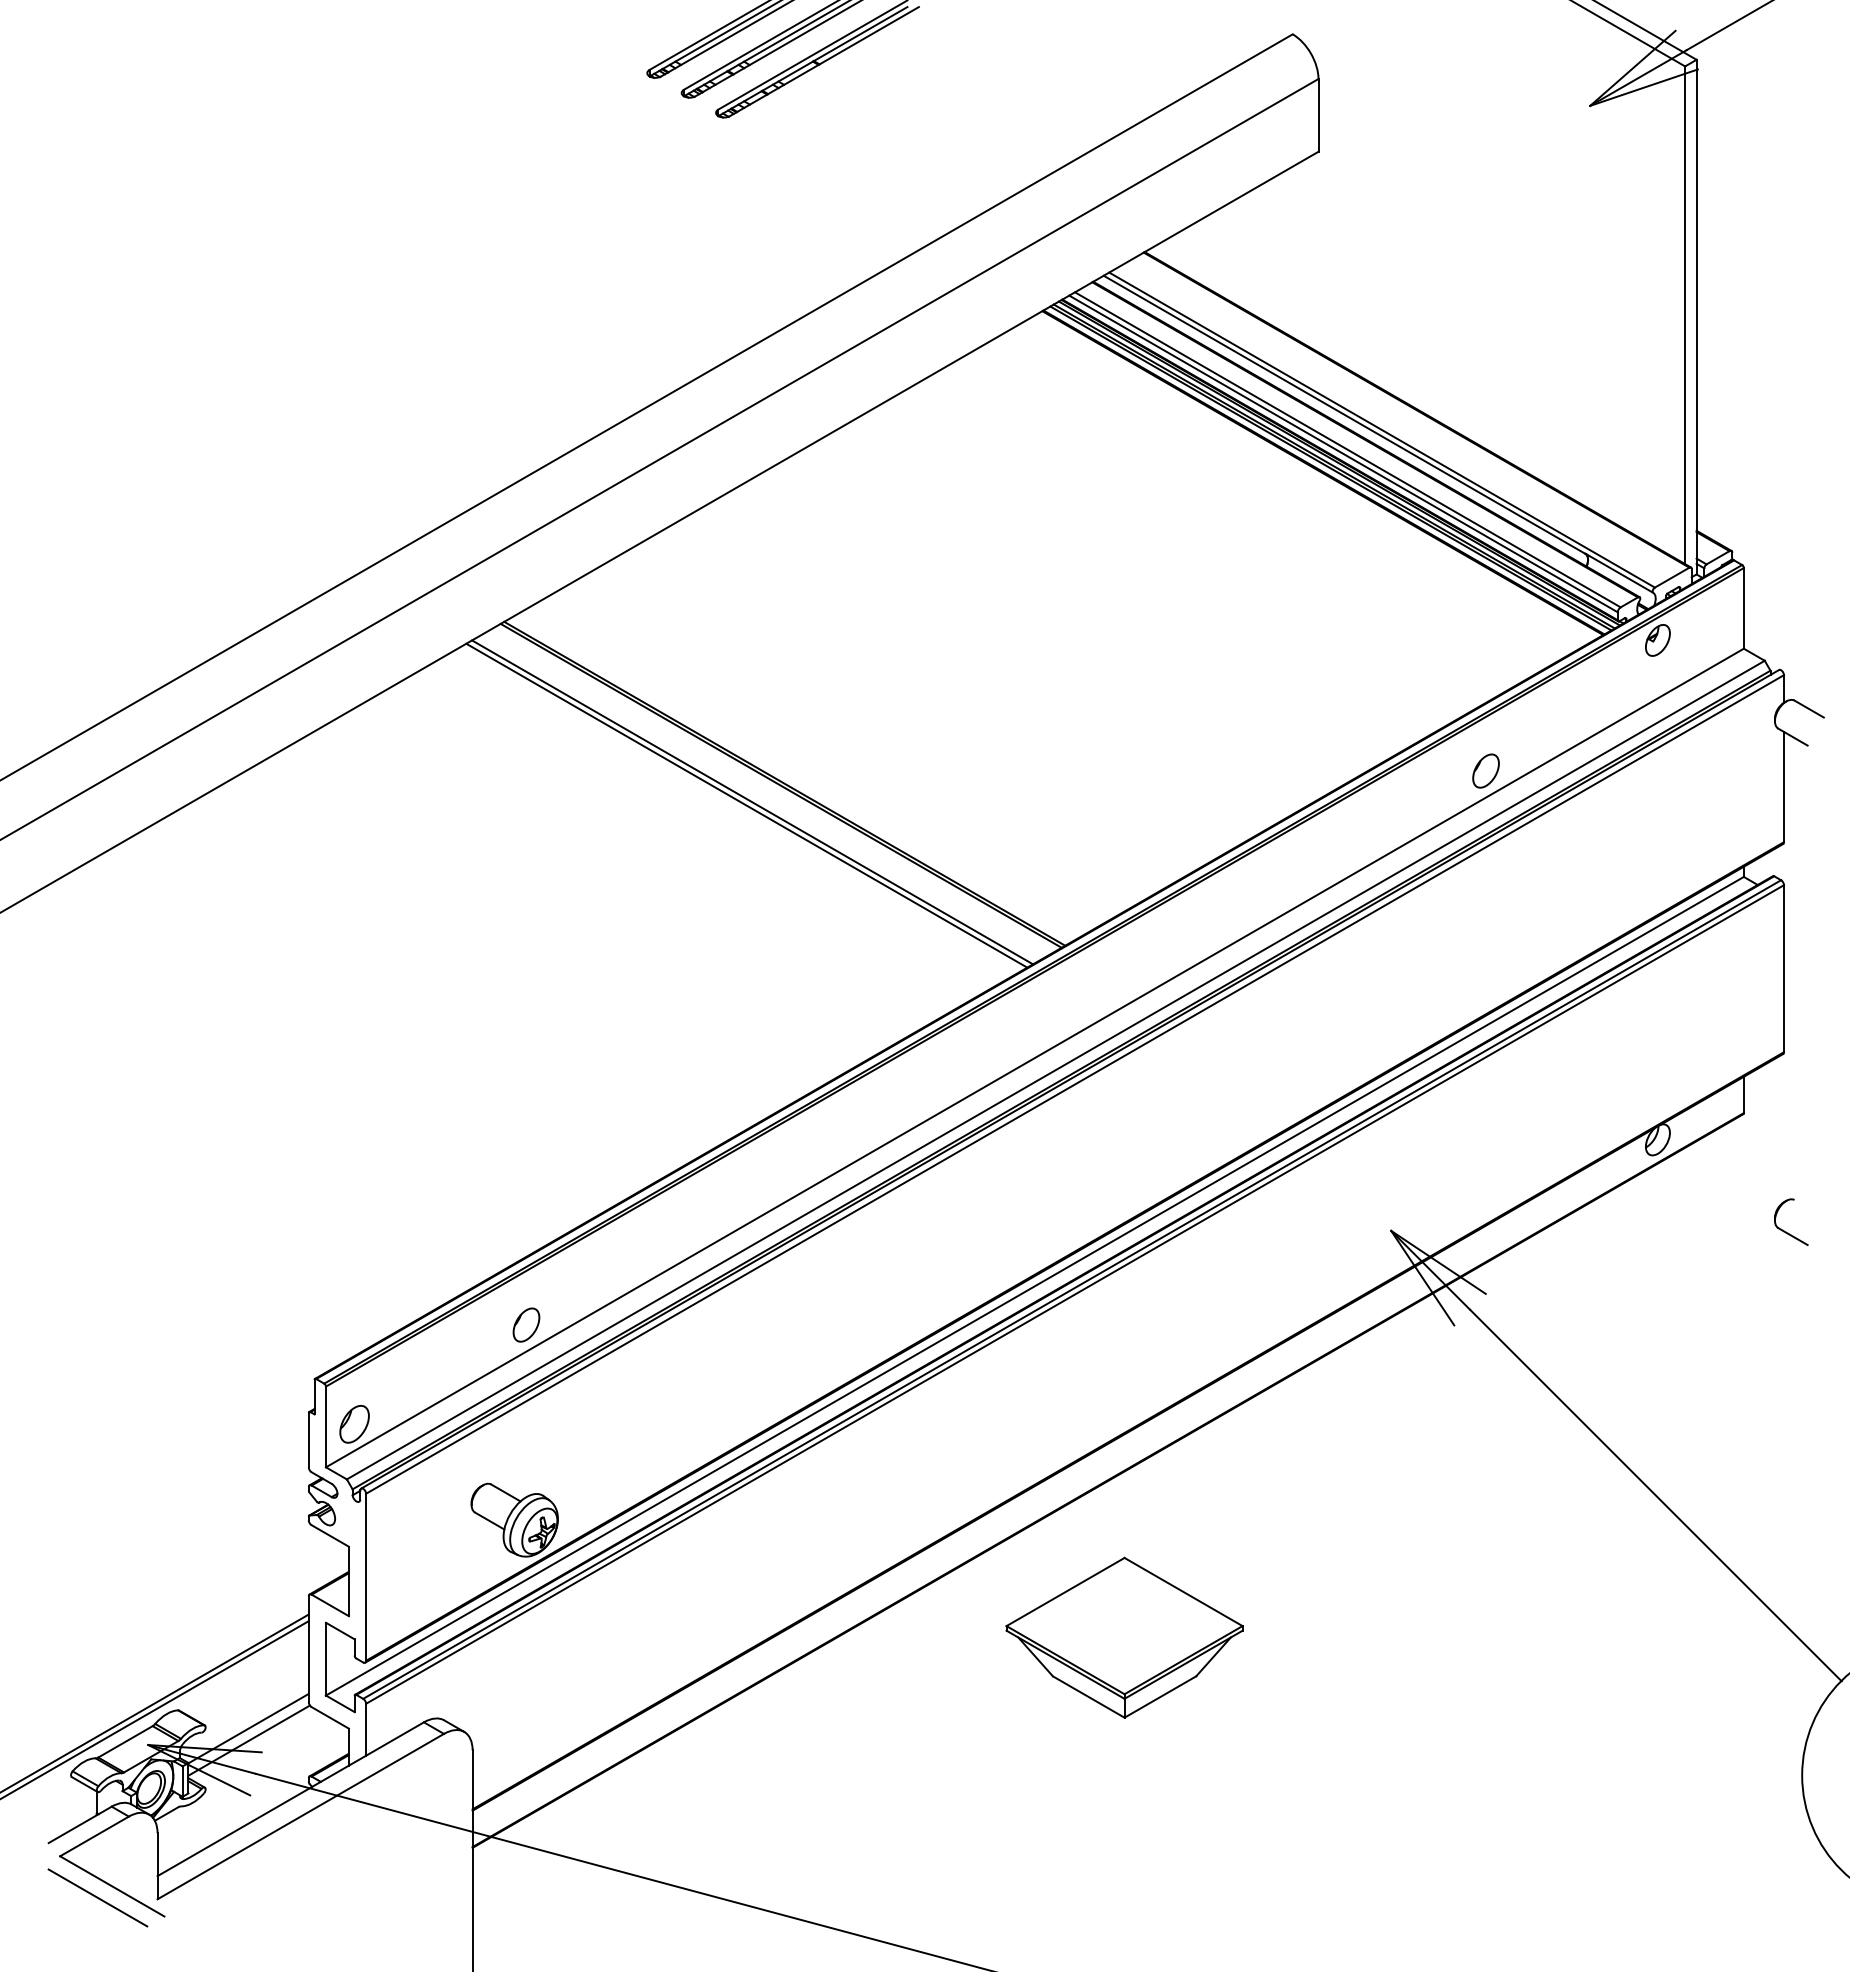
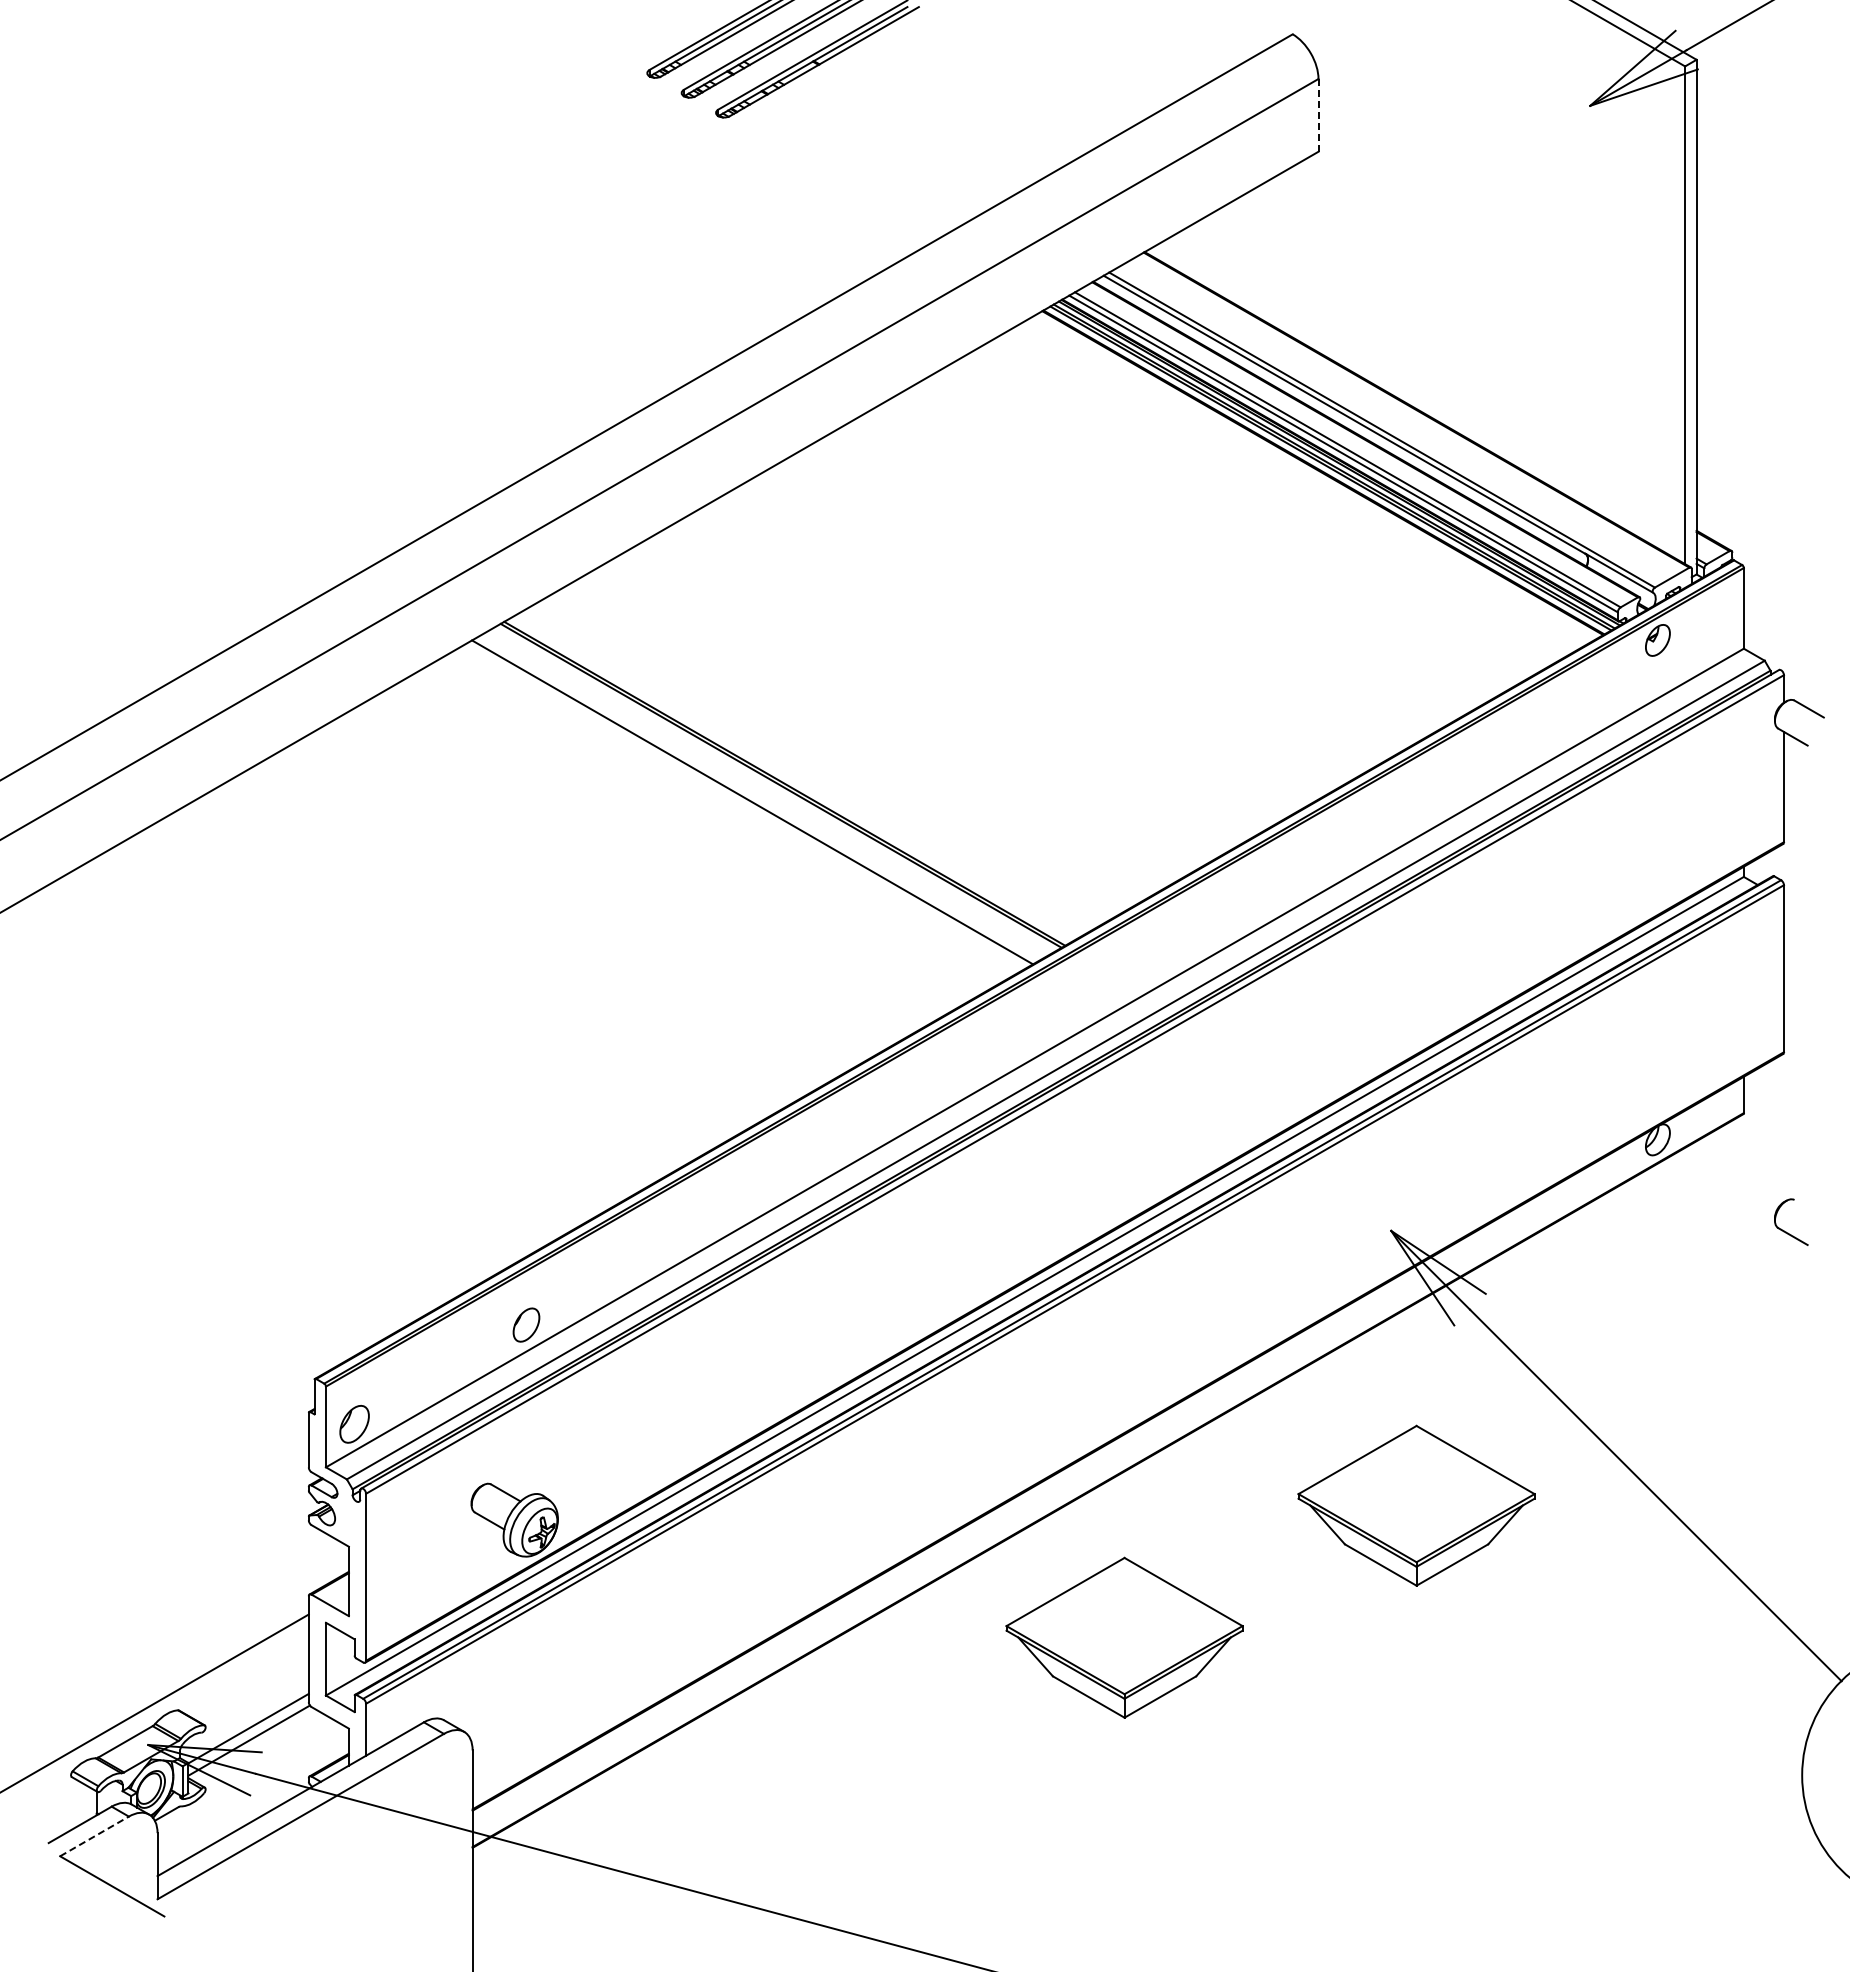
line at (1318, 115): solid -> dashed
part at (1485, 770): present -> none
line at (746, 805): present -> none
part at (1416, 1505): none -> present
line at (155, 1709): present -> none
line at (94, 1836): solid -> dashed
line at (97, 1897): present -> none
